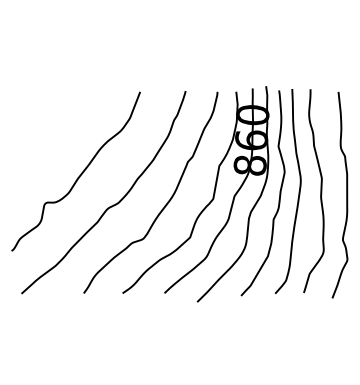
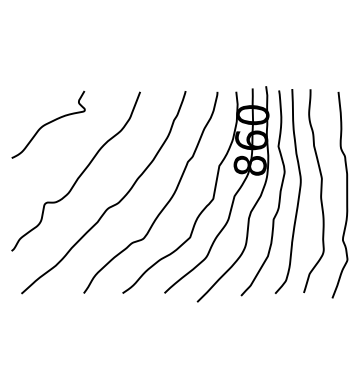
curve at (48, 124): none -> present
